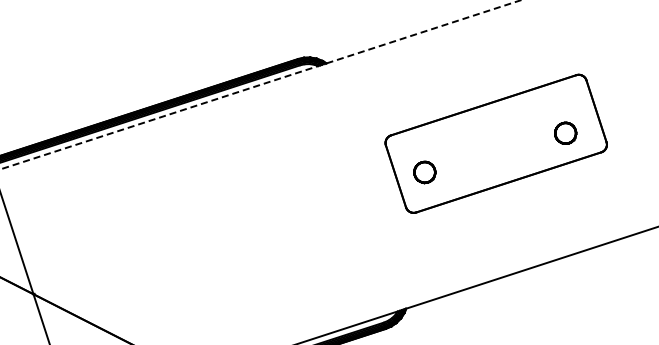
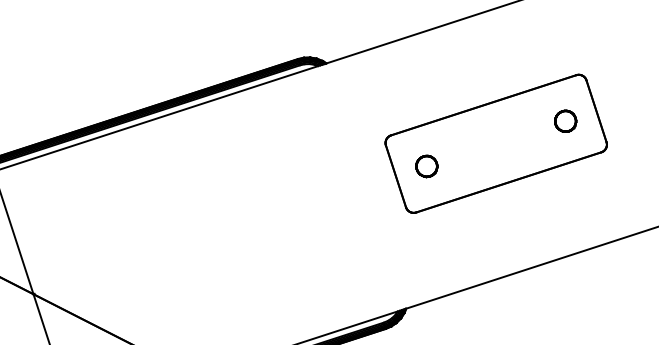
line at (260, 84): dashed -> solid
part at (565, 132) position: (565, 132) -> (565, 120)
part at (424, 172) position: (424, 172) -> (426, 166)
